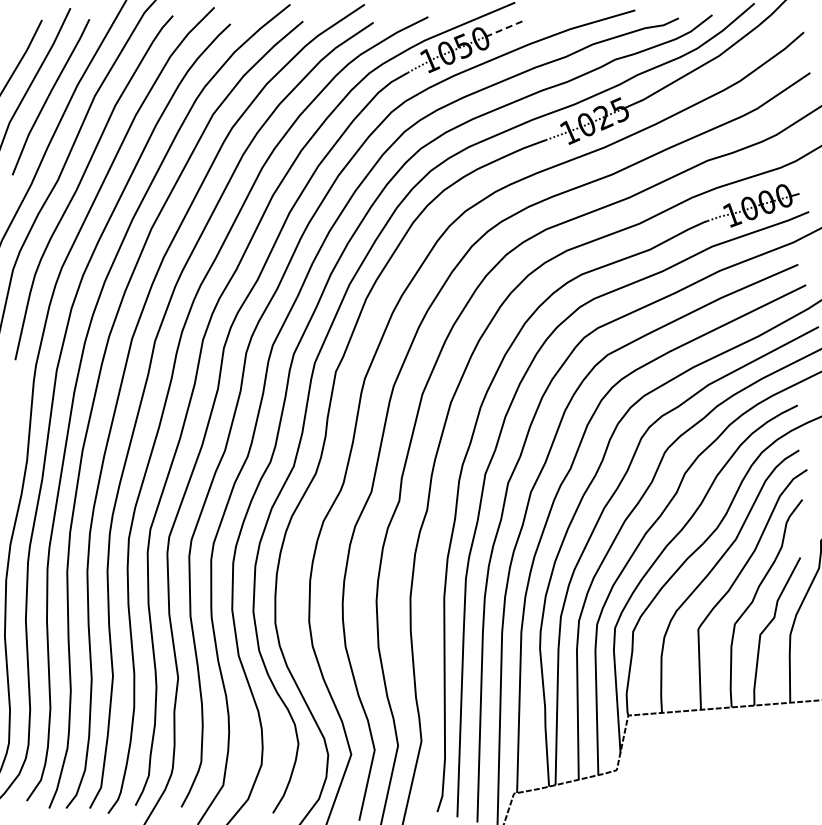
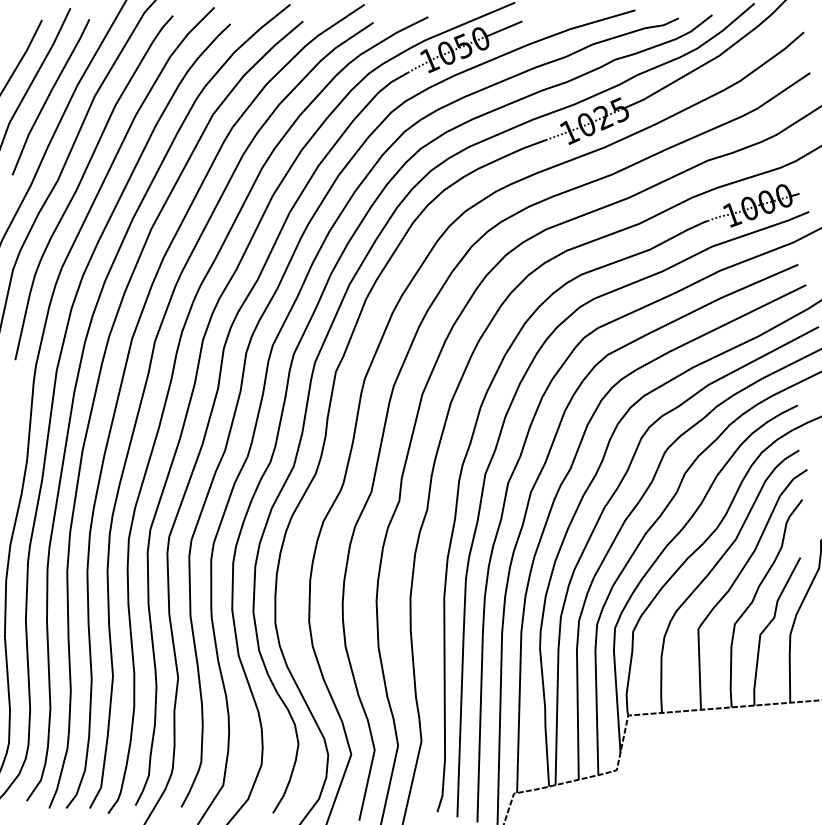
line at (503, 29): dashed -> solid
